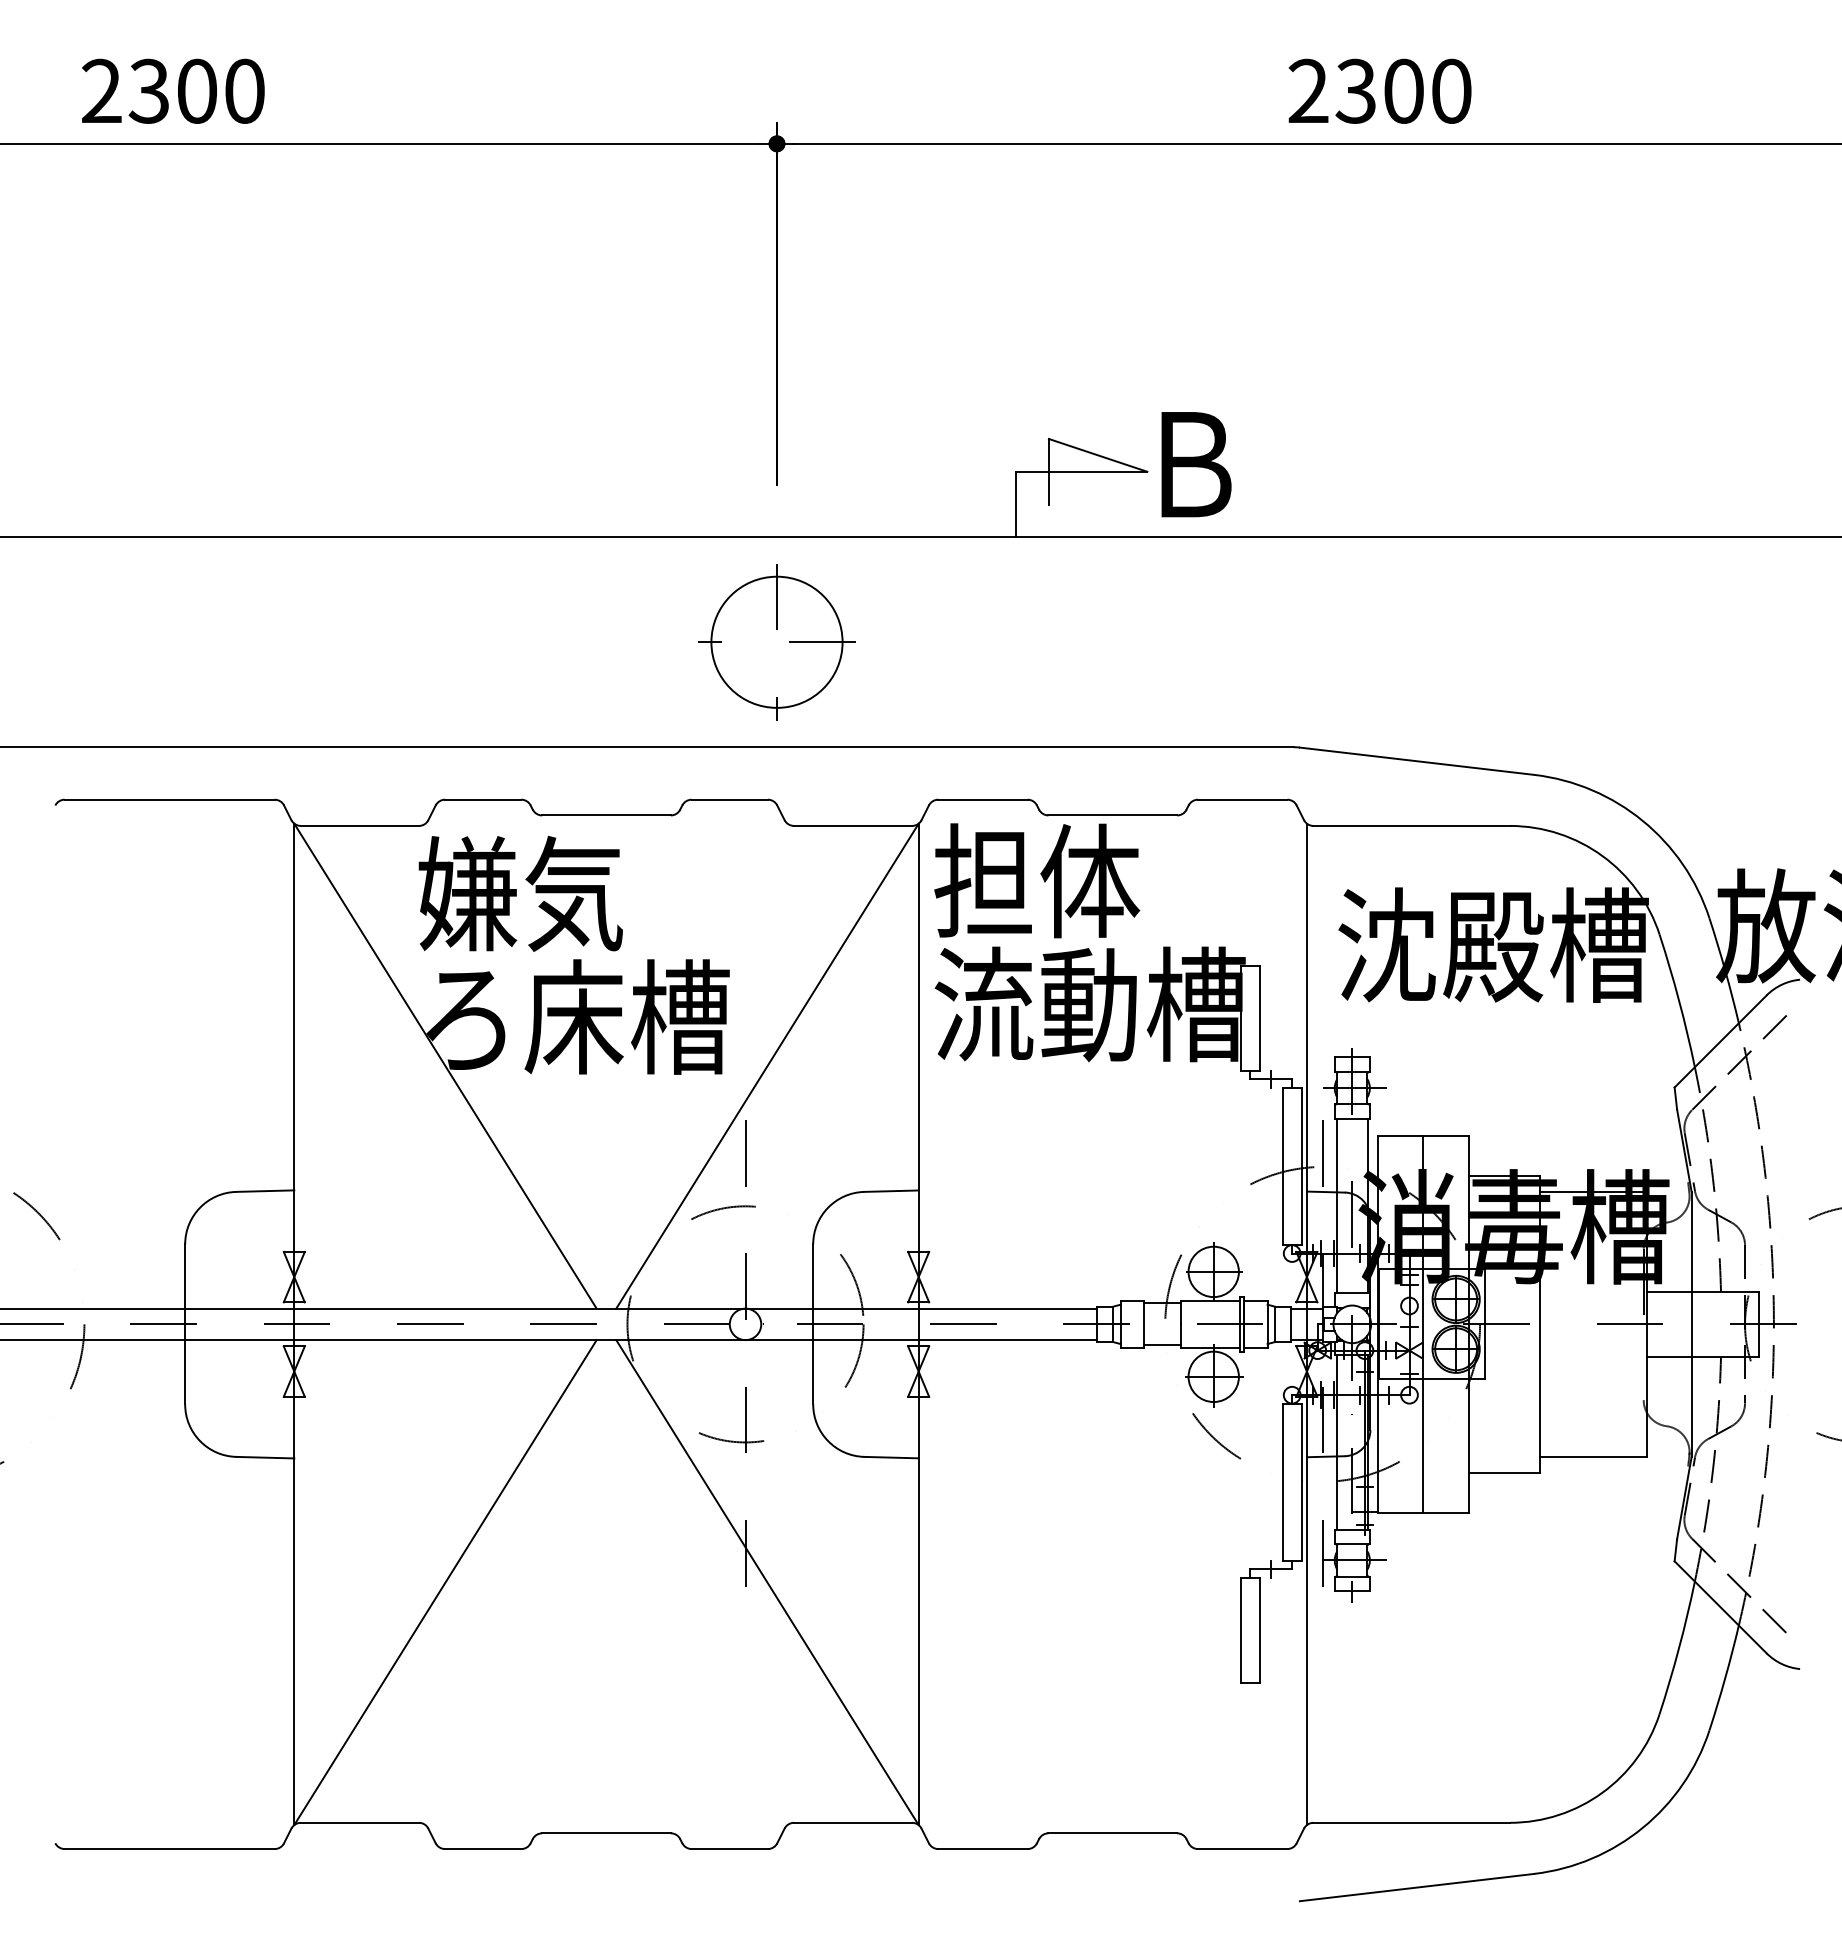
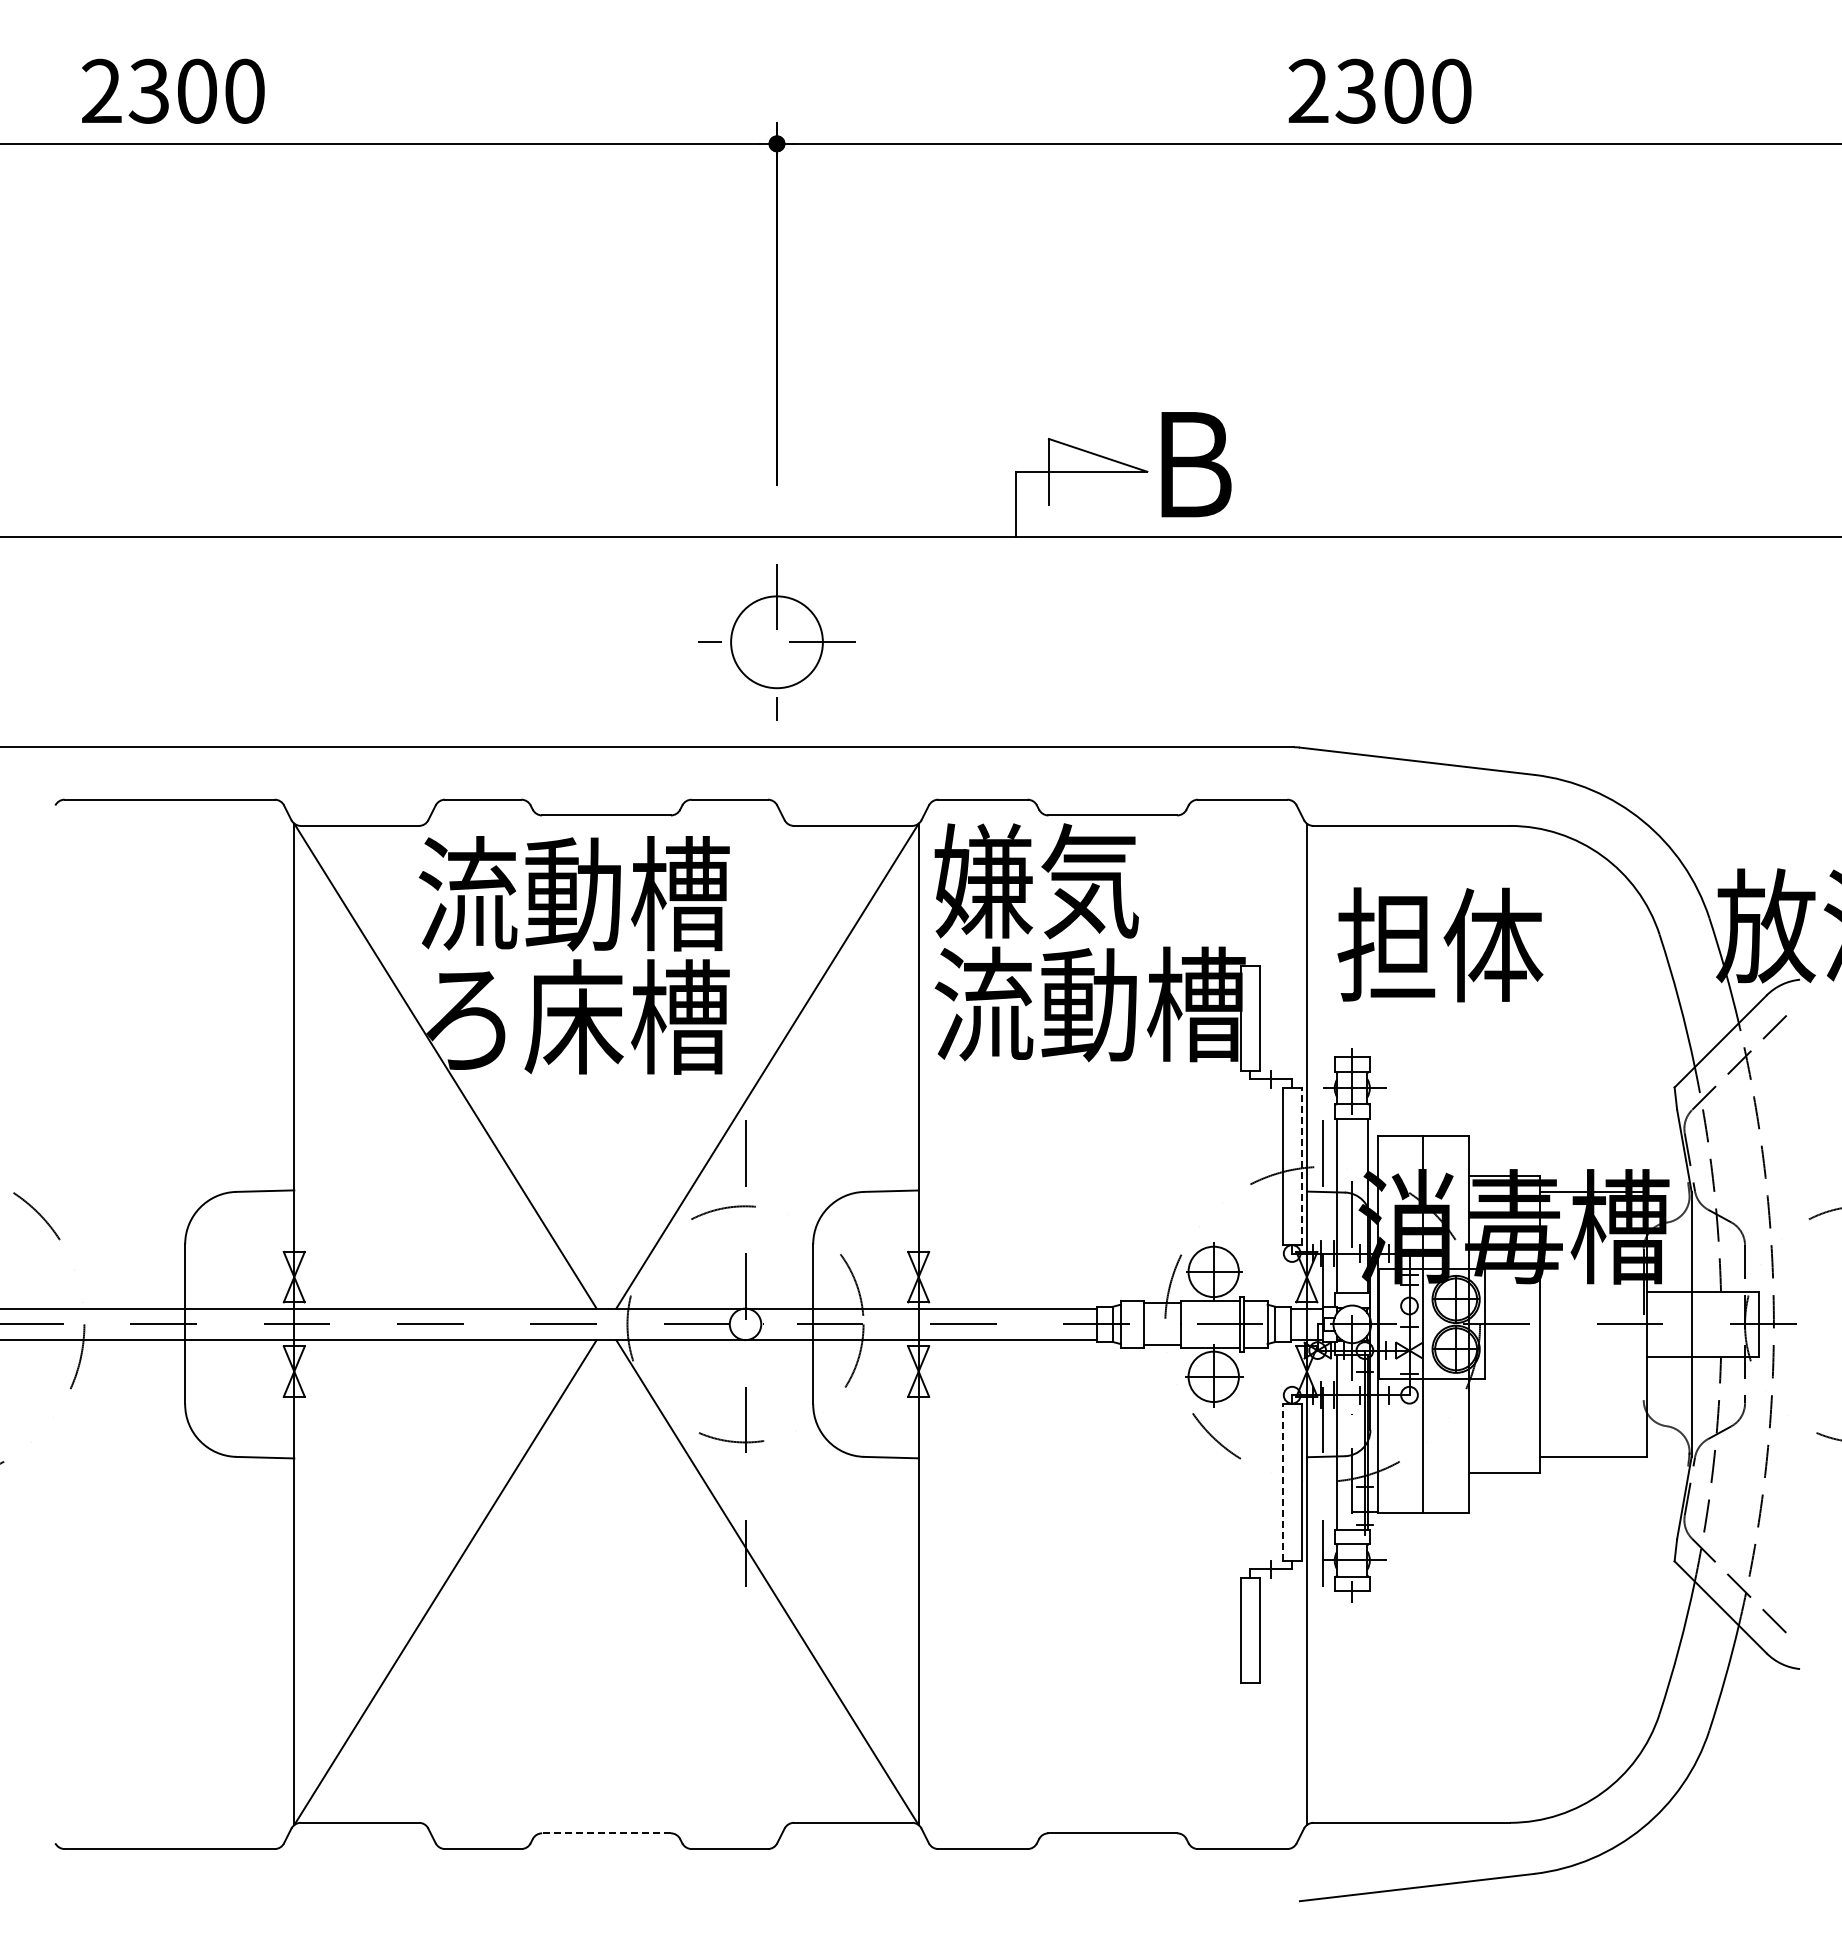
circle at (776, 641) diameter: 131 px -> 92 px
text at (1037, 881): 担体 -> 嫌気
text at (573, 893): 嫌気 -> 流動槽
text at (1492, 944): 沈殿槽 -> 担体
line at (1301, 1166): solid -> dashed
line at (1282, 1482): solid -> dashed
line at (606, 1833): solid -> dashed
